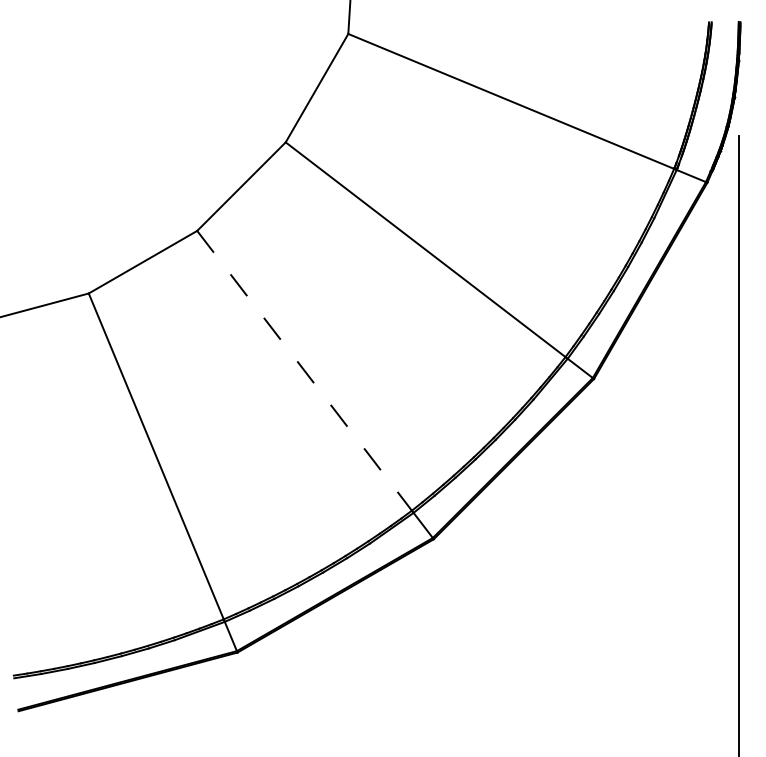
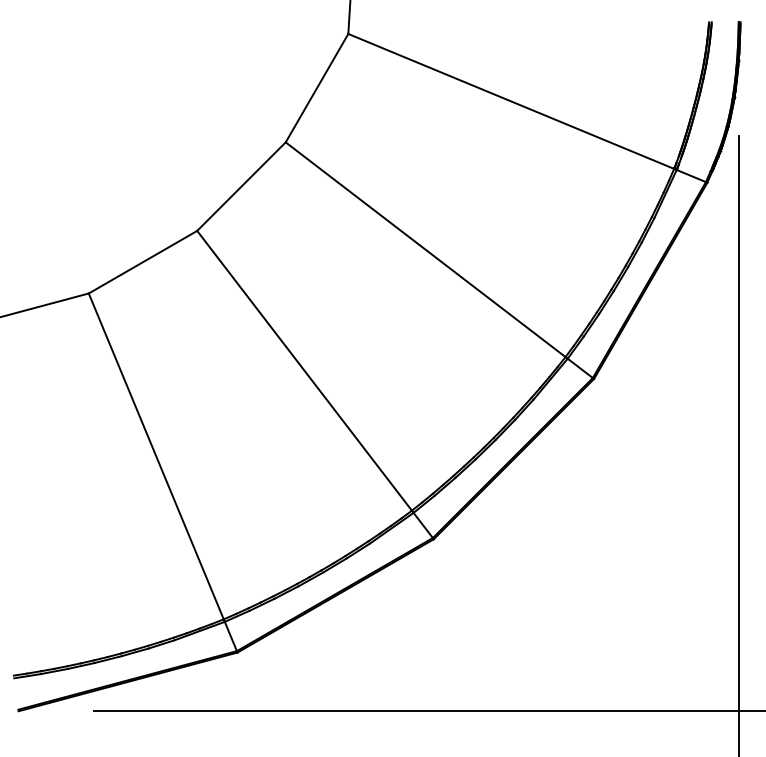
line at (304, 371): dashed -> solid
line at (428, 711): none -> present
